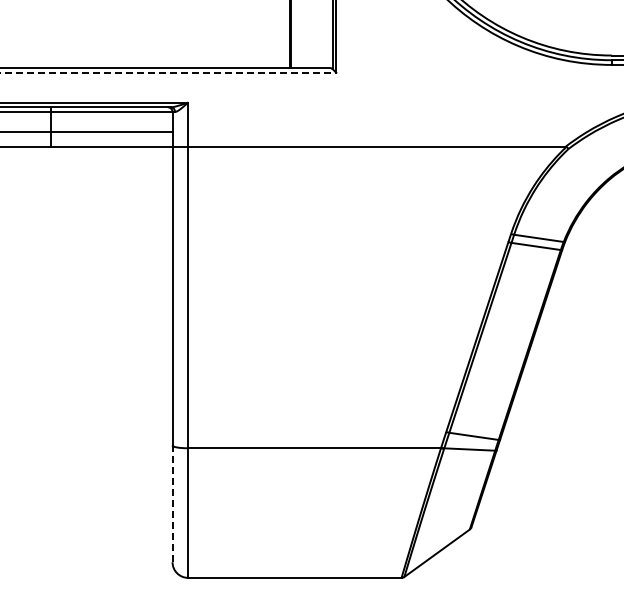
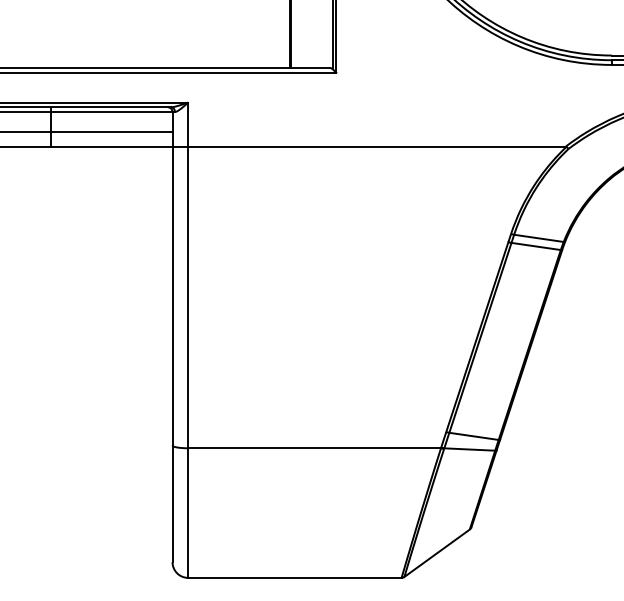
line at (168, 72): dashed -> solid
line at (172, 503): dashed -> solid
